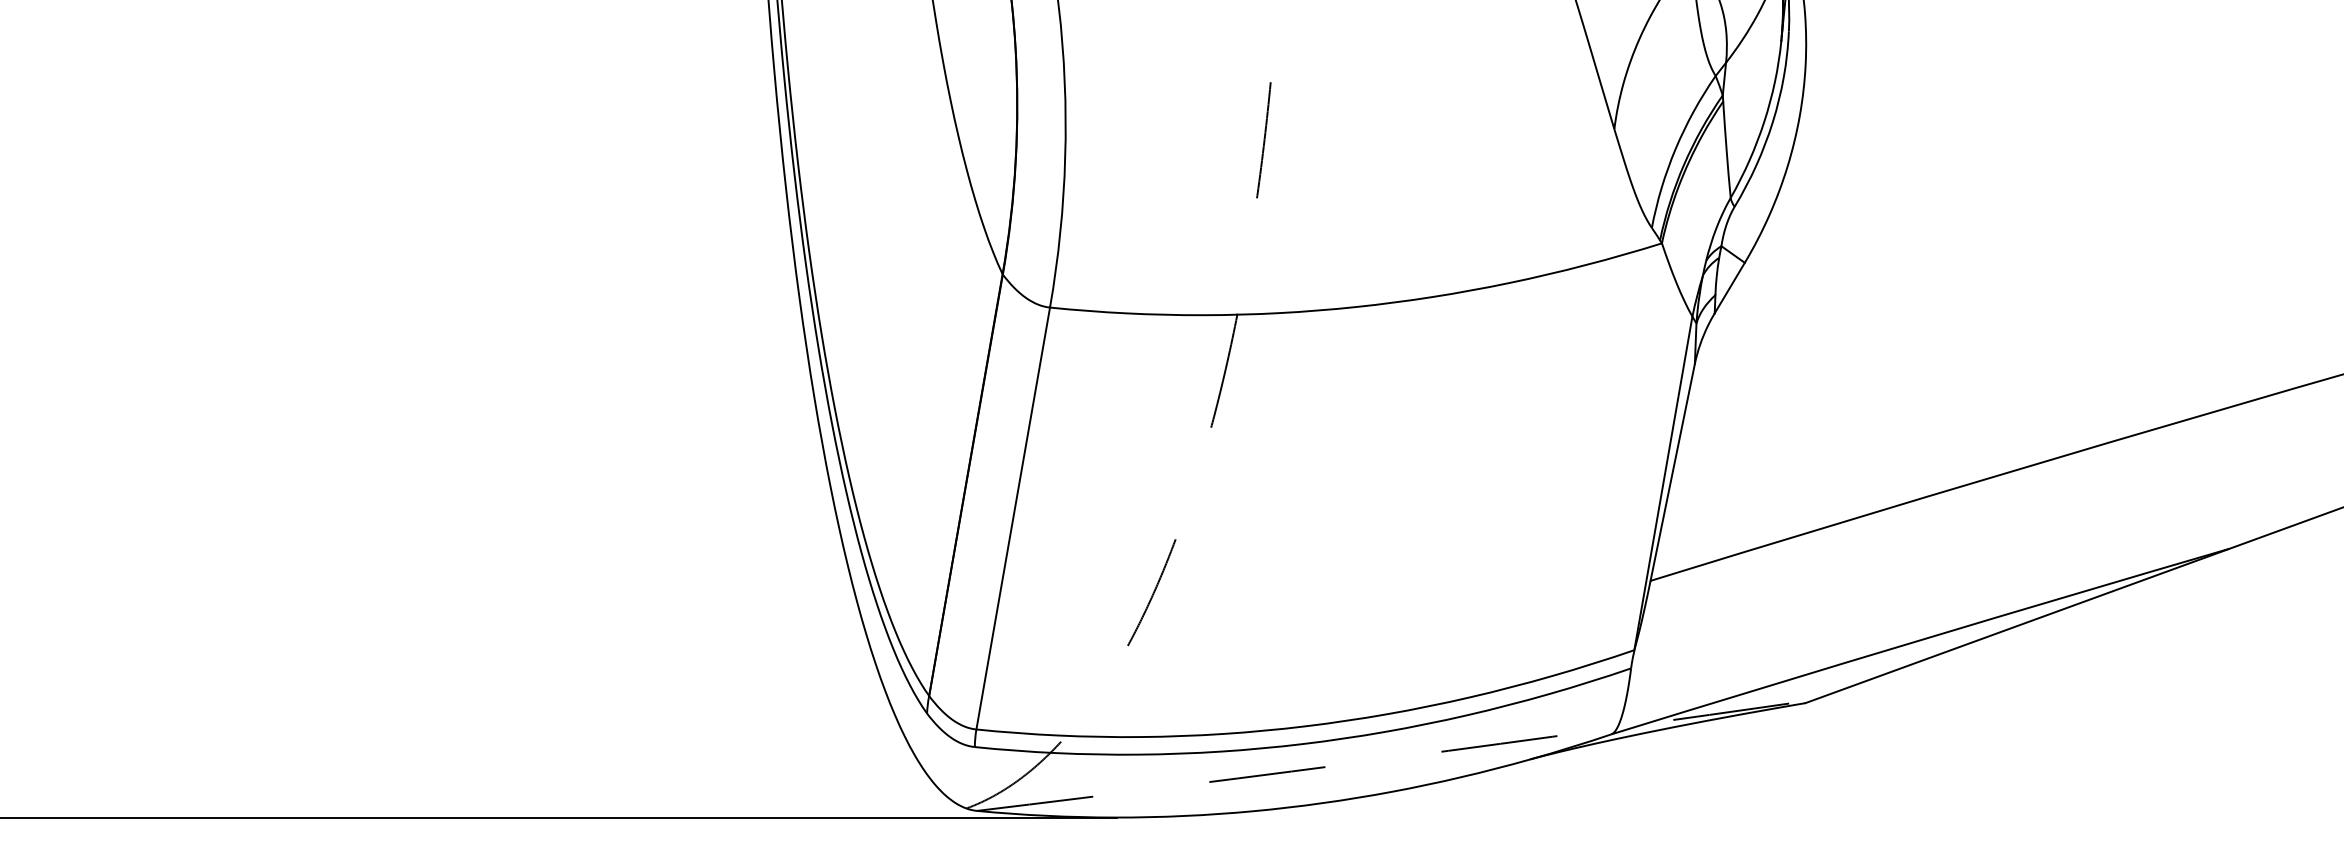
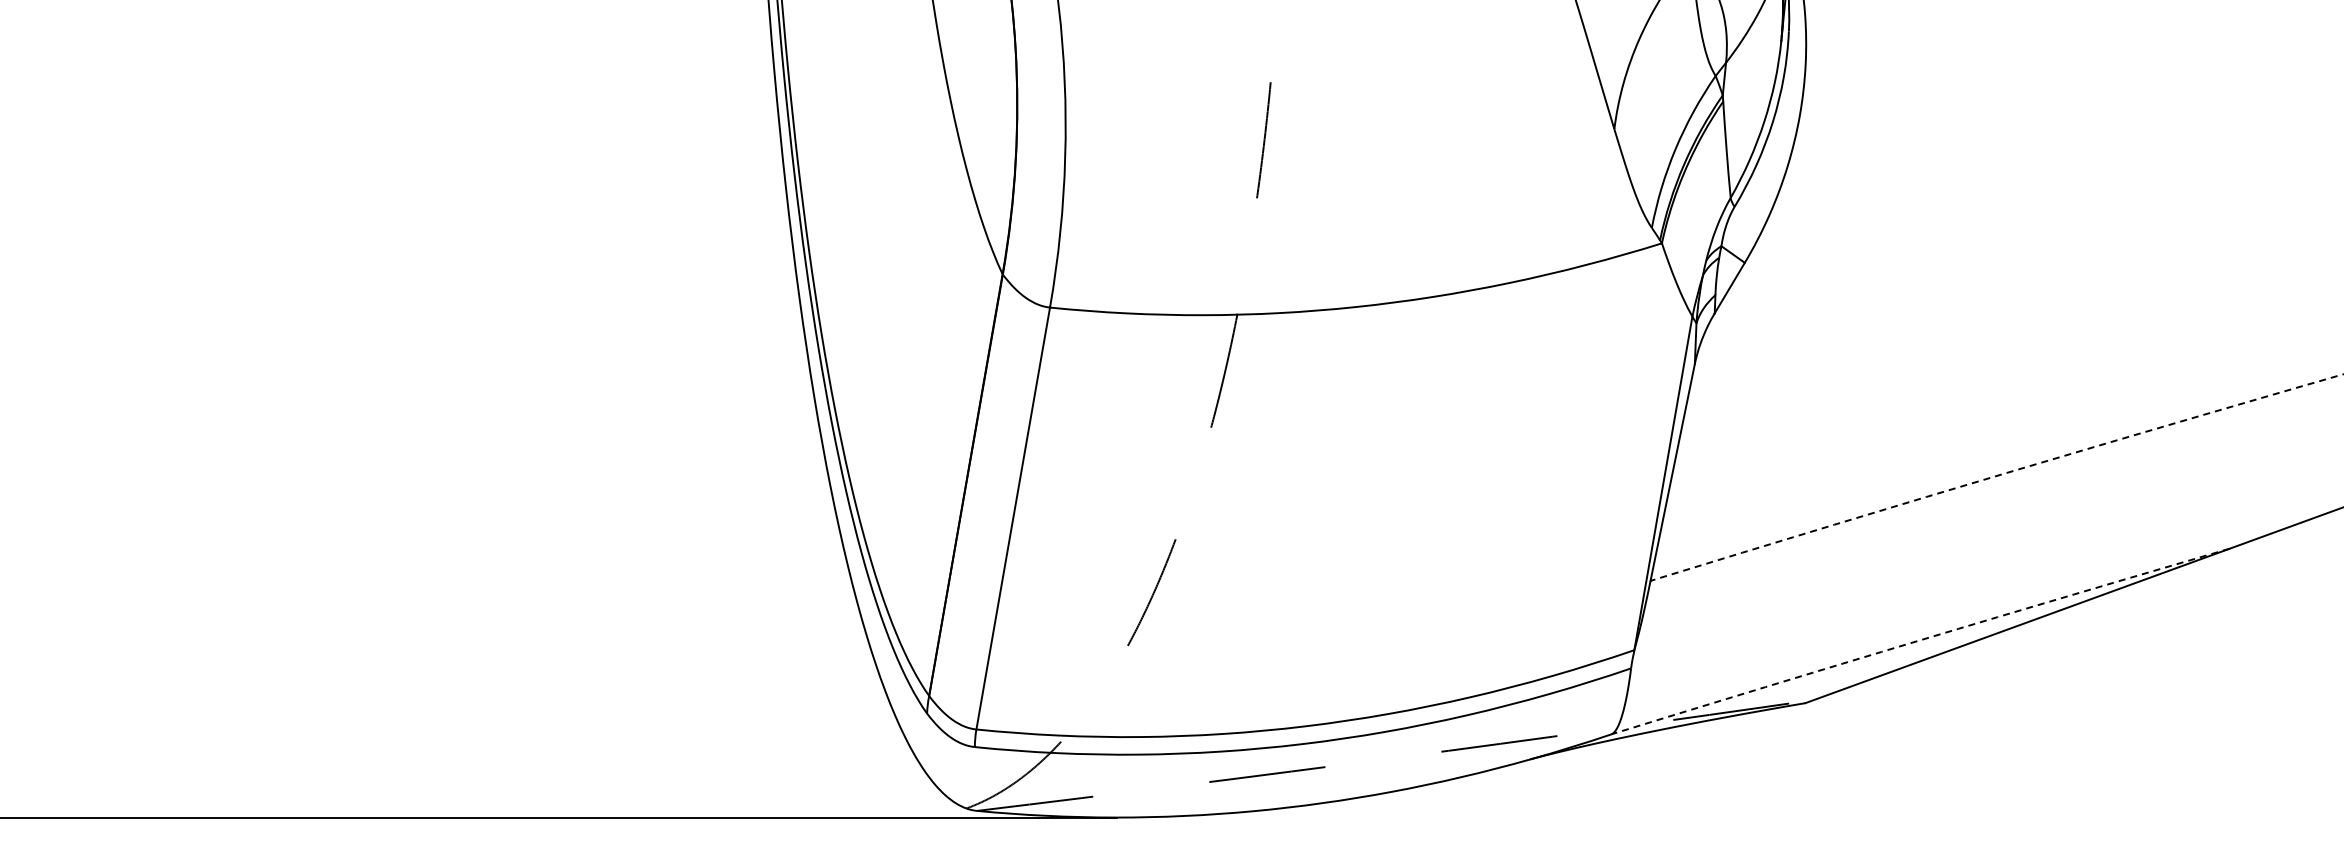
arc at (1996, 476): solid -> dashed
arc at (1920, 640): solid -> dashed
